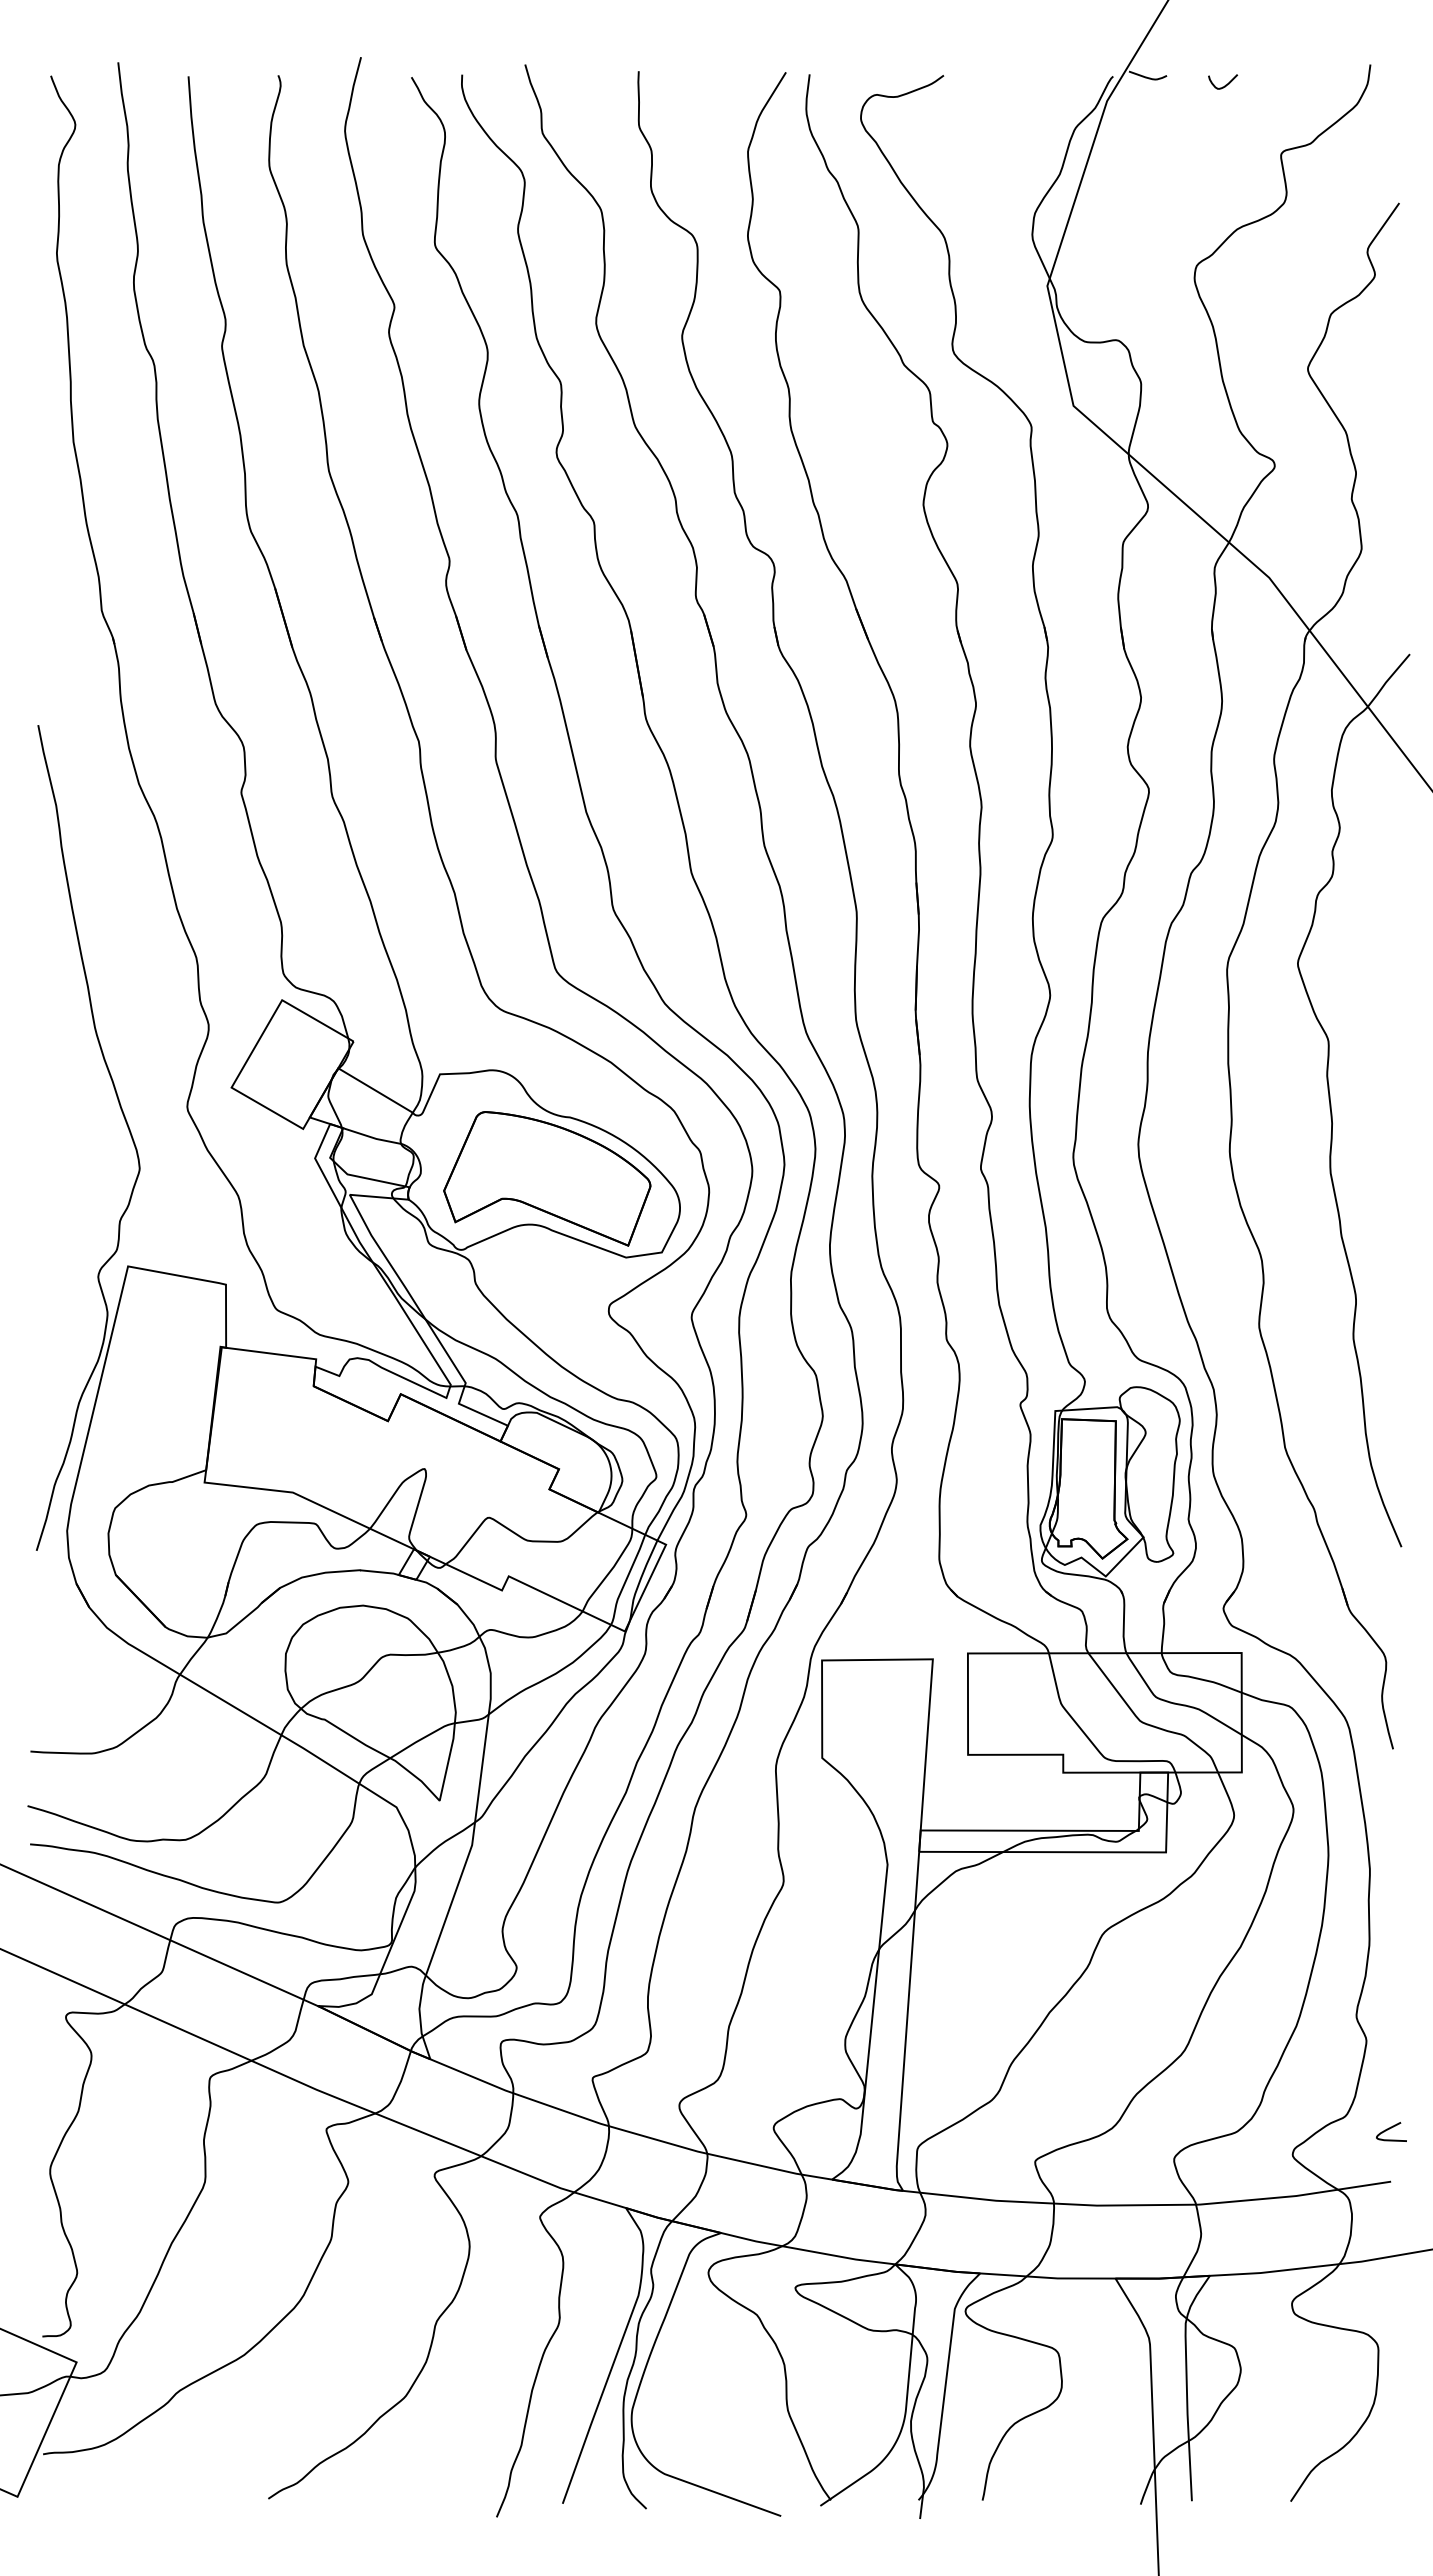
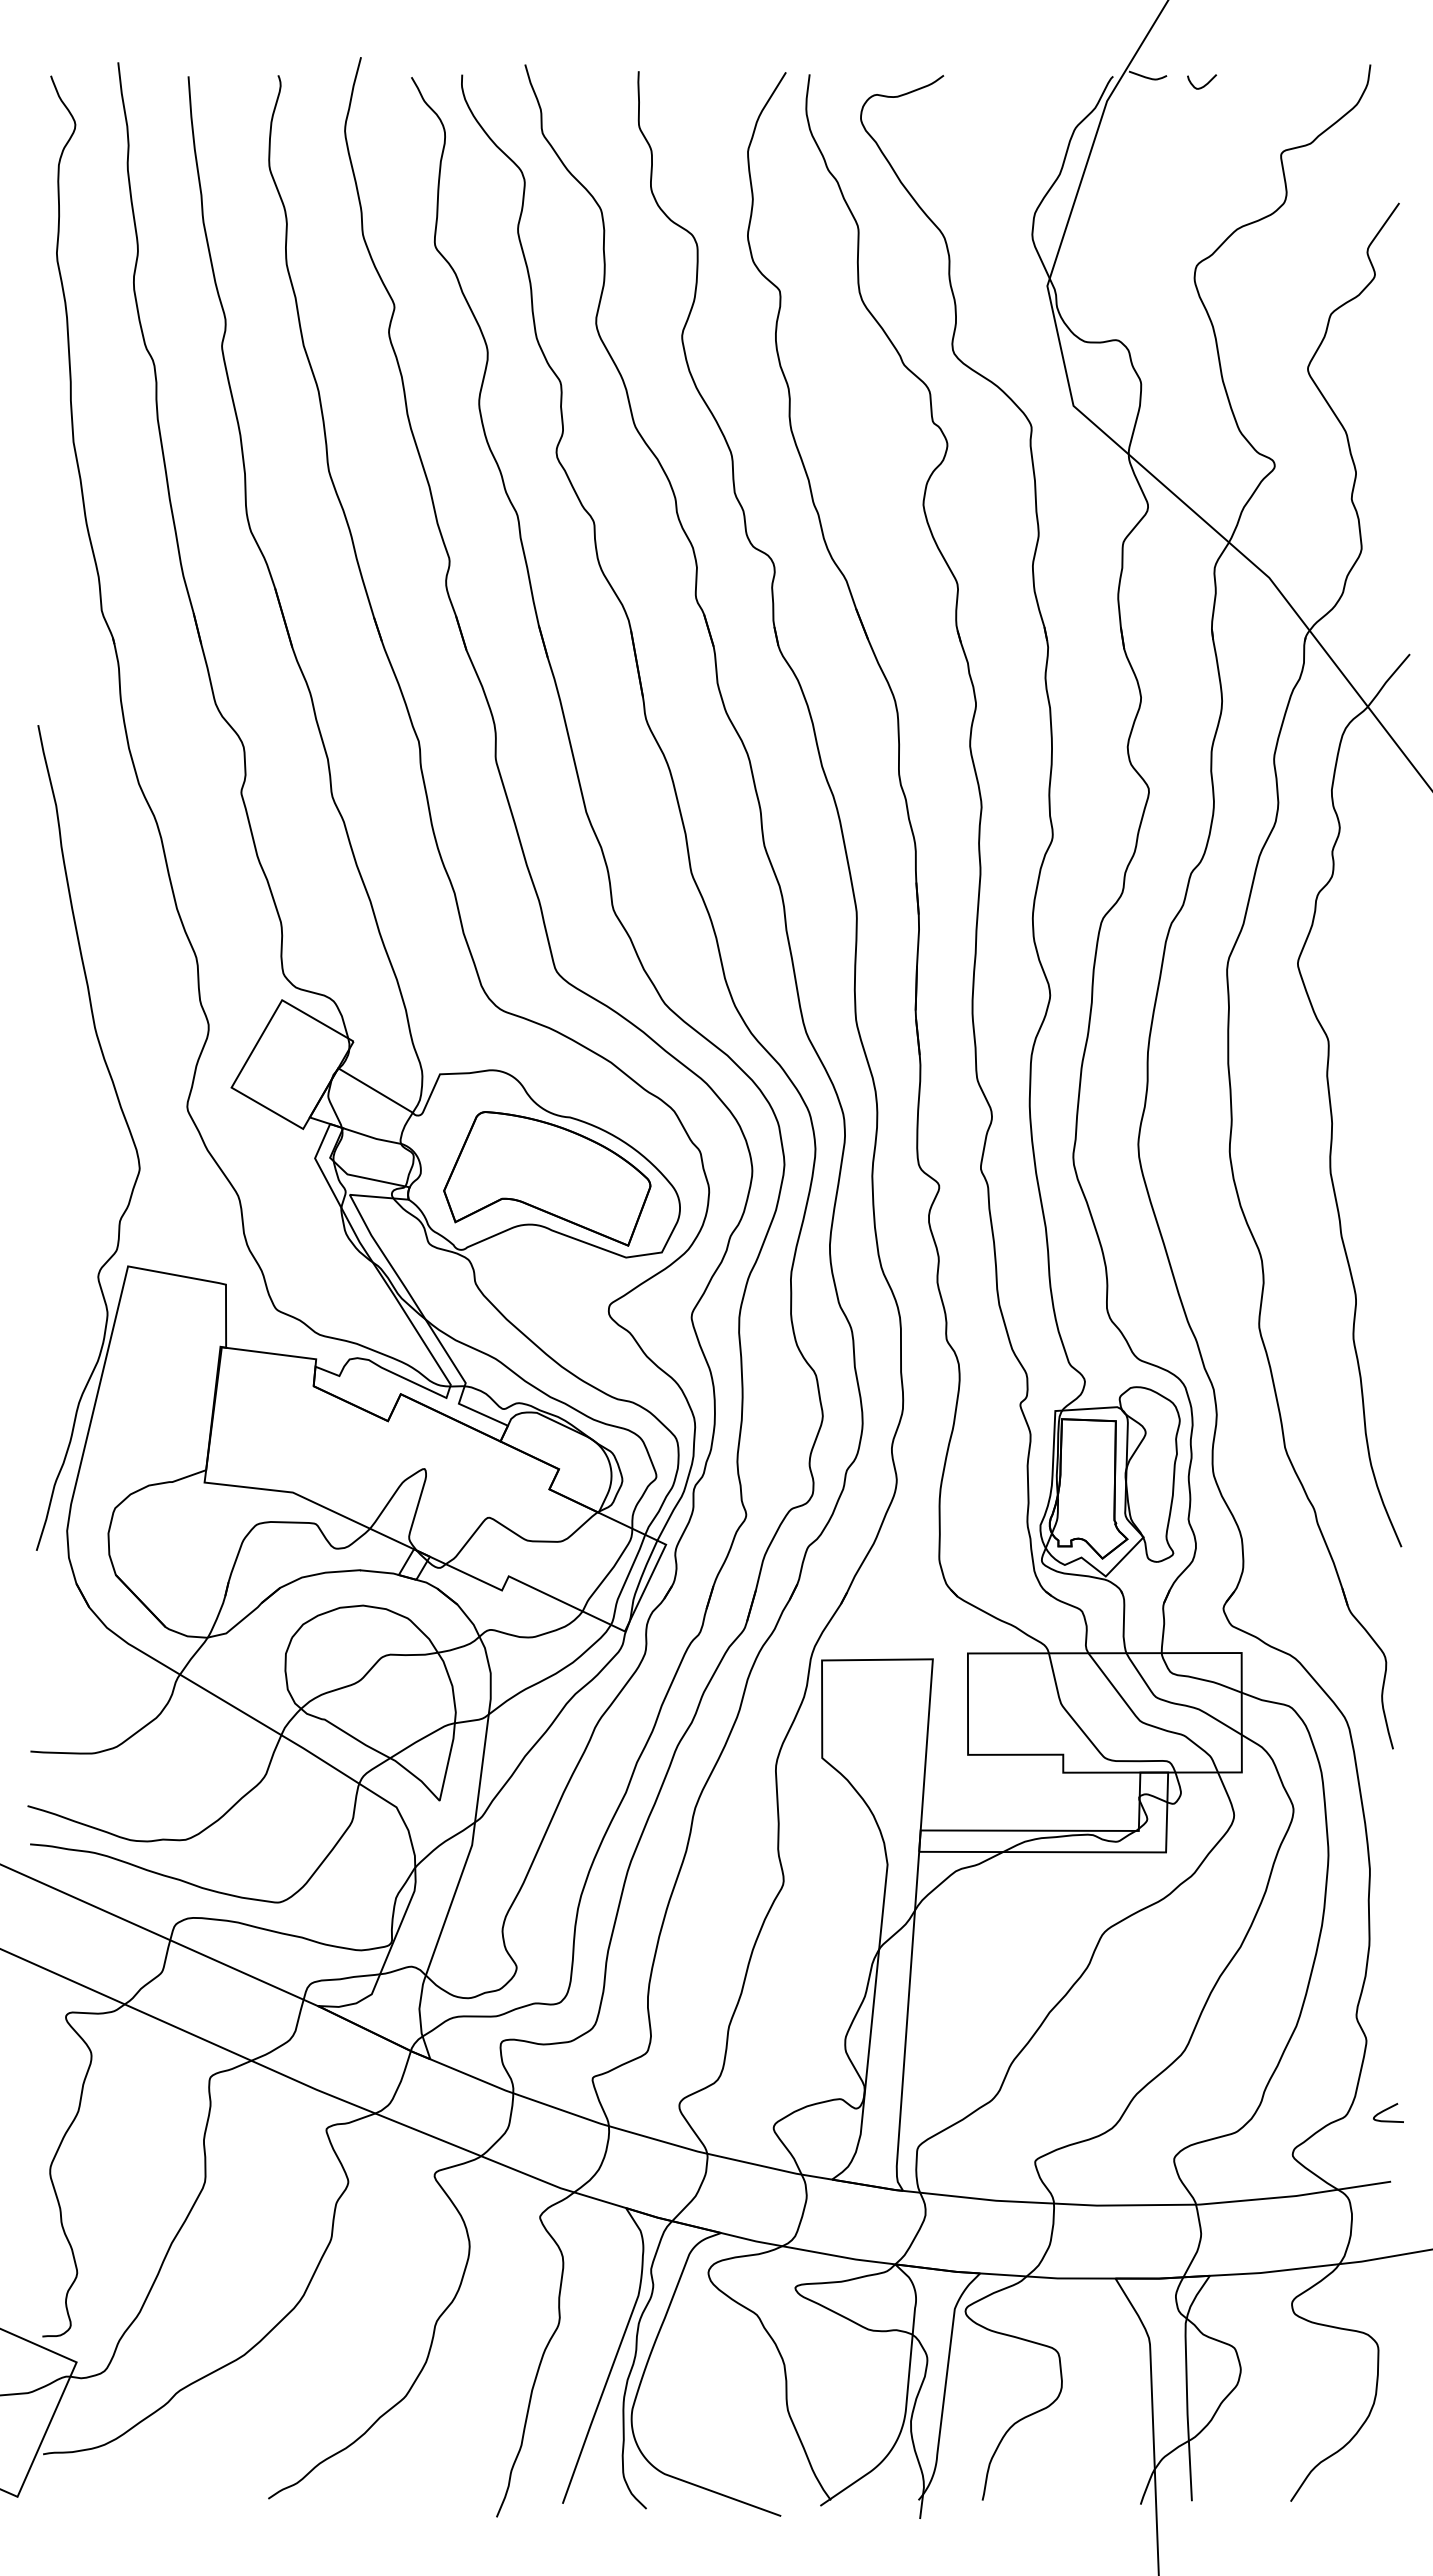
curve at (1225, 84) position: (1225, 84) -> (1204, 84)
curve at (1389, 2129) position: (1389, 2129) -> (1386, 2110)
